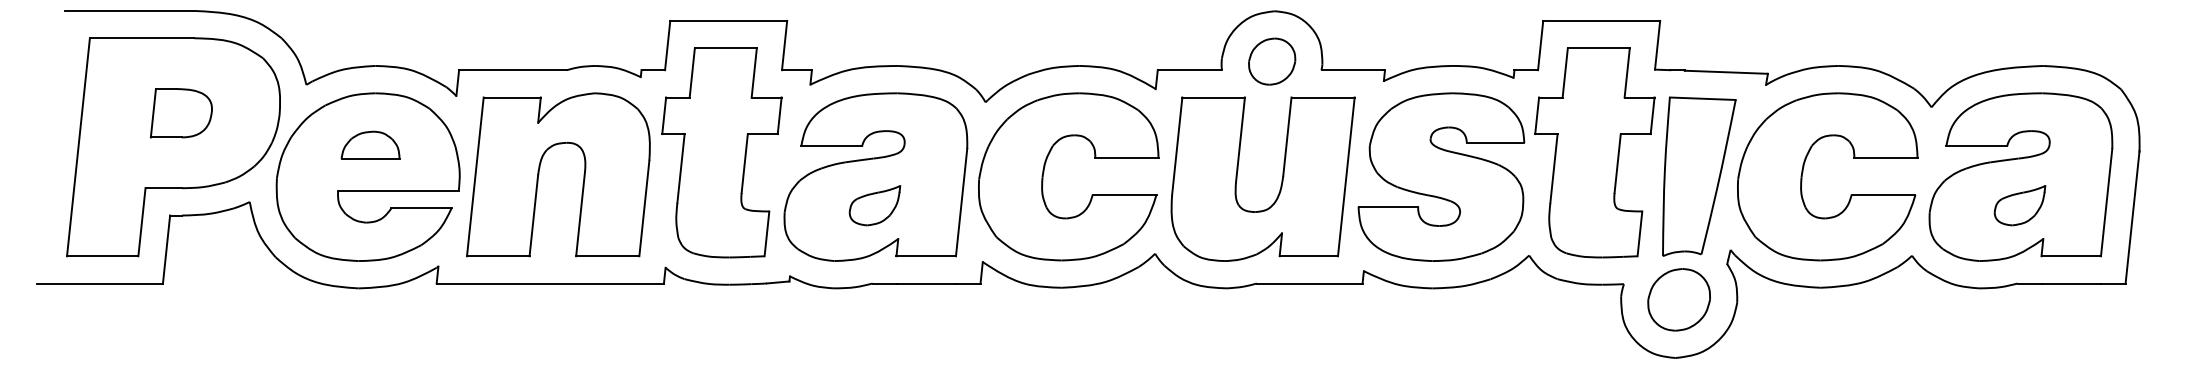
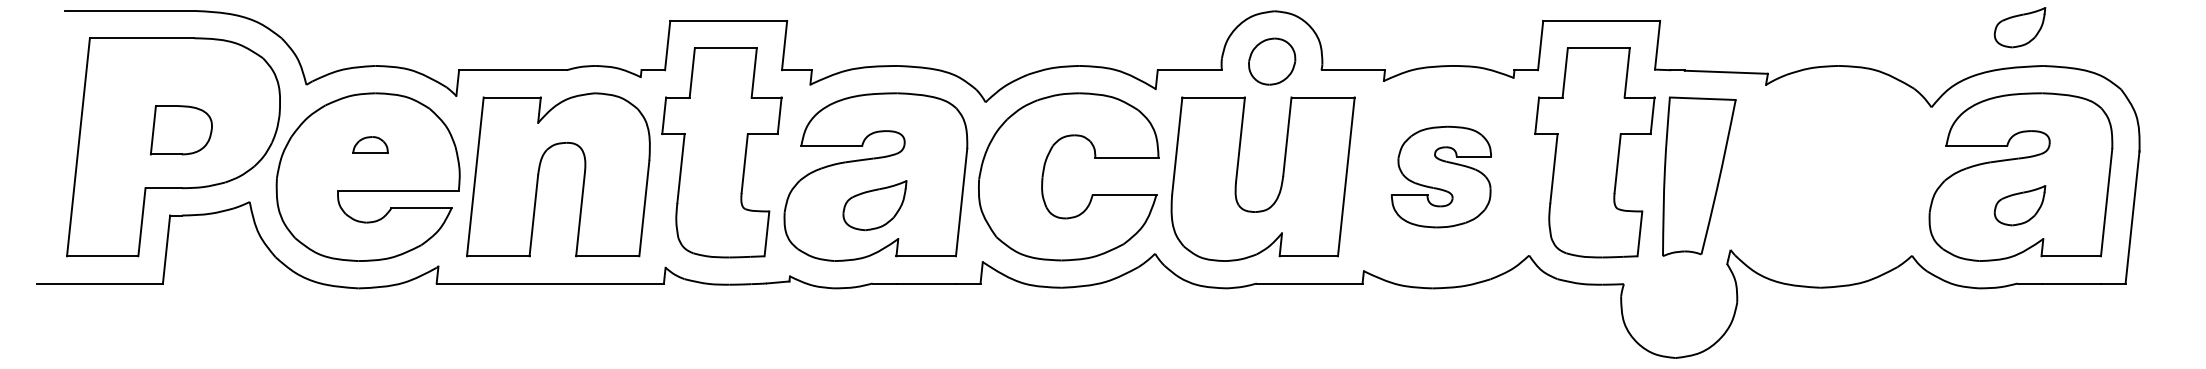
part at (2019, 27): none -> present
part at (181, 113) position: (181, 113) -> (181, 130)
part at (370, 144) size: 61x30 px -> 37x18 px
part at (1803, 172): present -> none
part at (1441, 176) size: 169x170 px -> 102x104 px
part at (874, 205) size: 54x42 px -> 66x52 px
part at (1678, 299): present -> none
